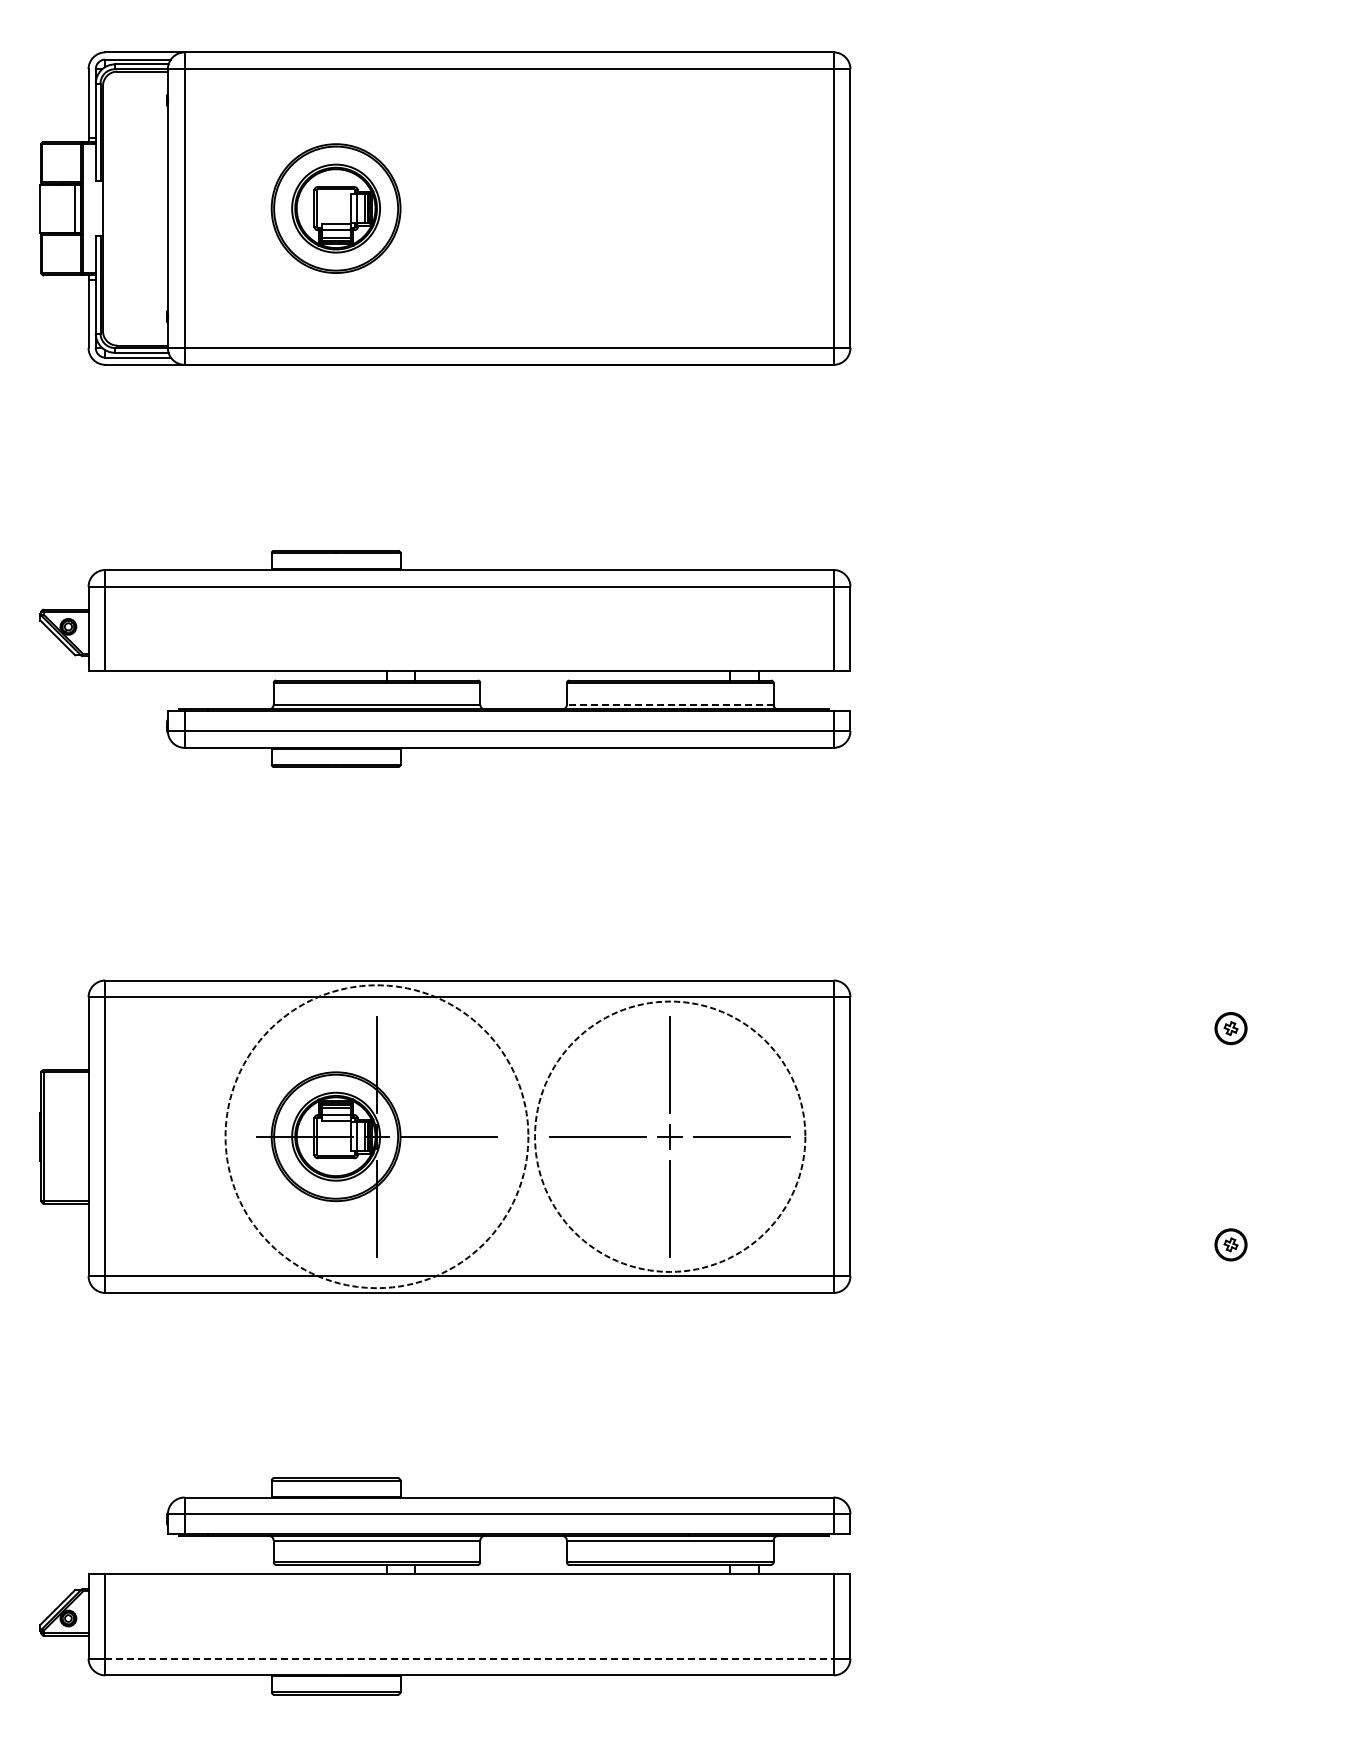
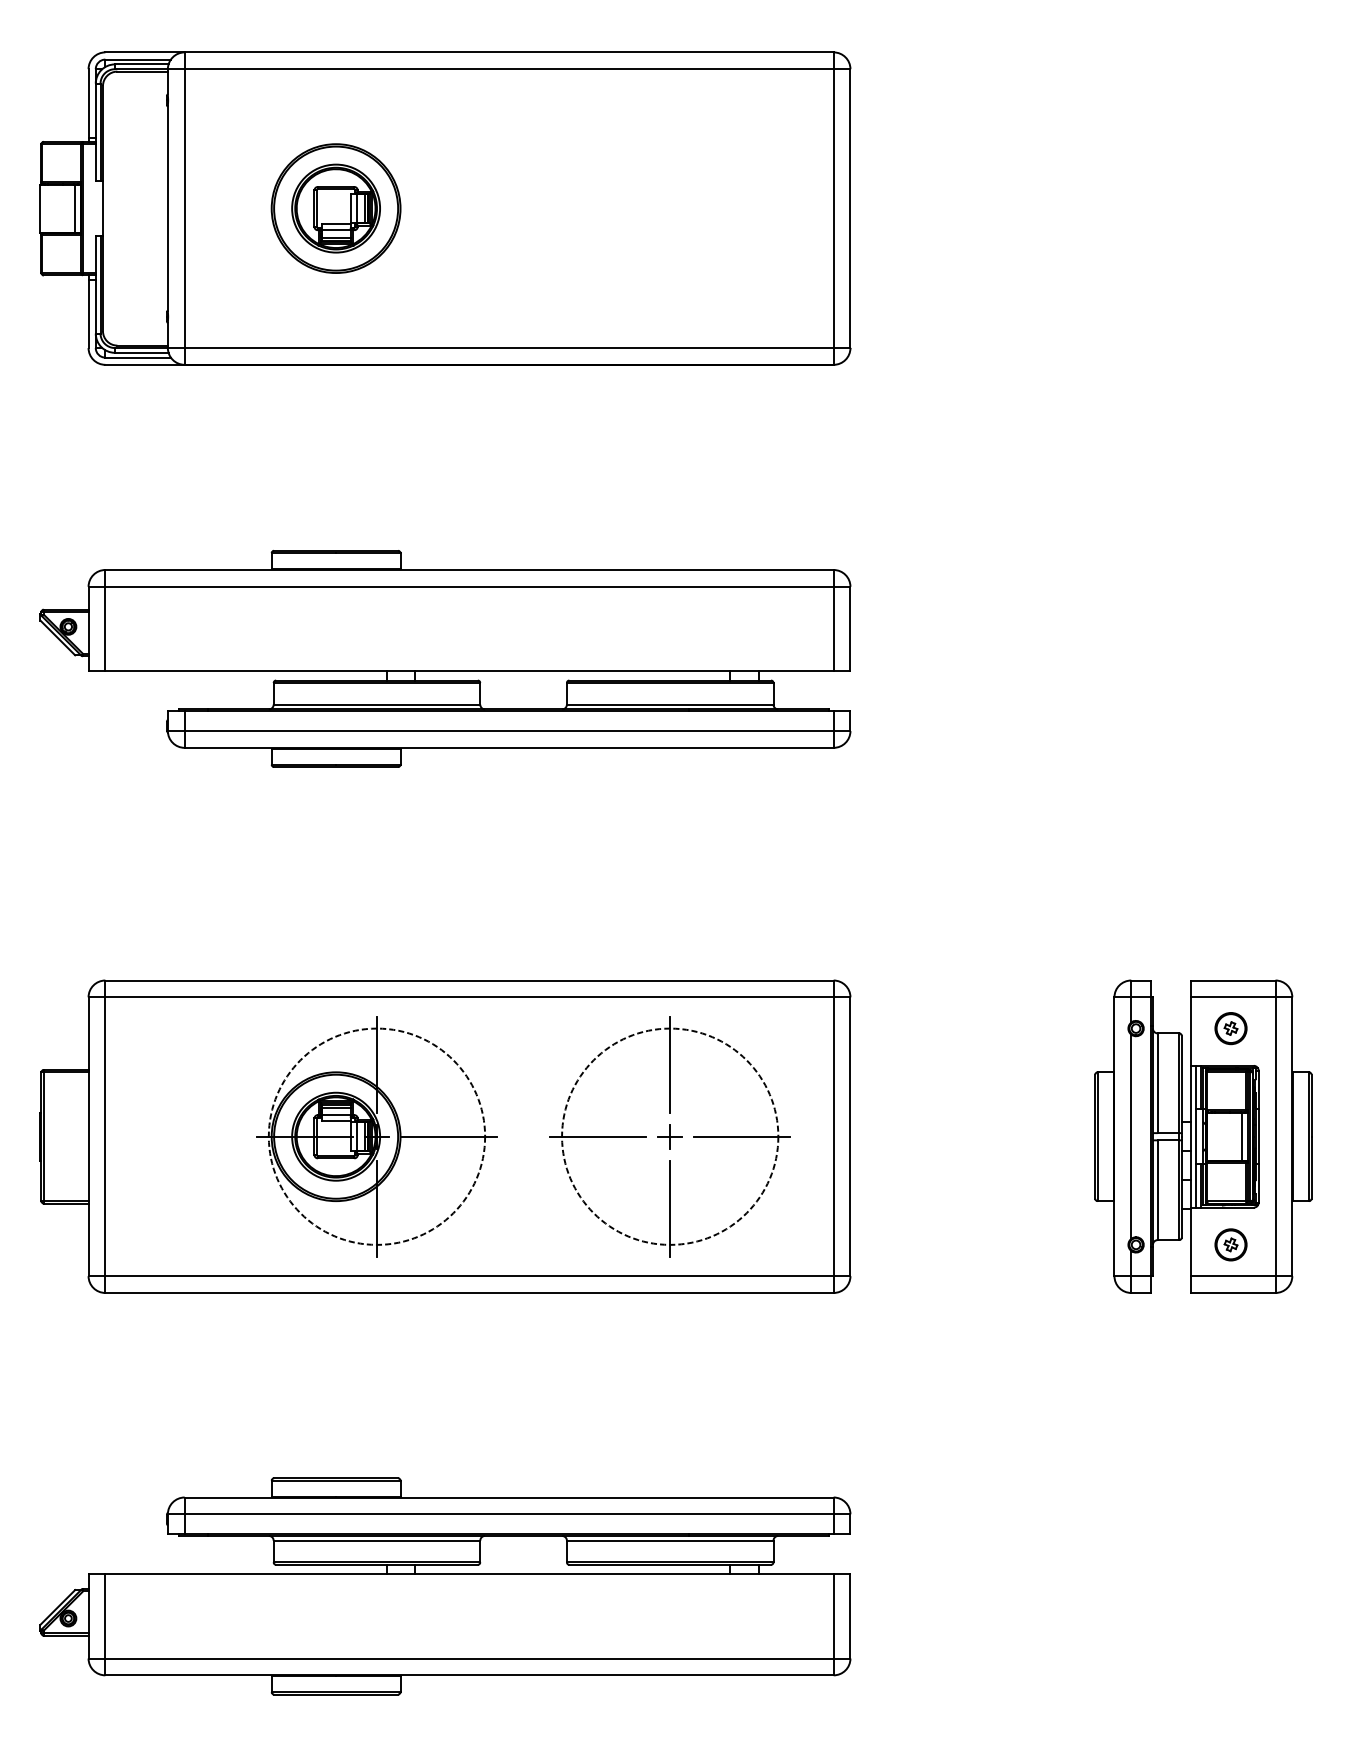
line at (669, 704): dashed -> solid
circle at (376, 1136) diameter: 303 px -> 216 px
circle at (670, 1136) diameter: 270 px -> 216 px
part at (1203, 1136): none -> present
line at (470, 1658): dashed -> solid
